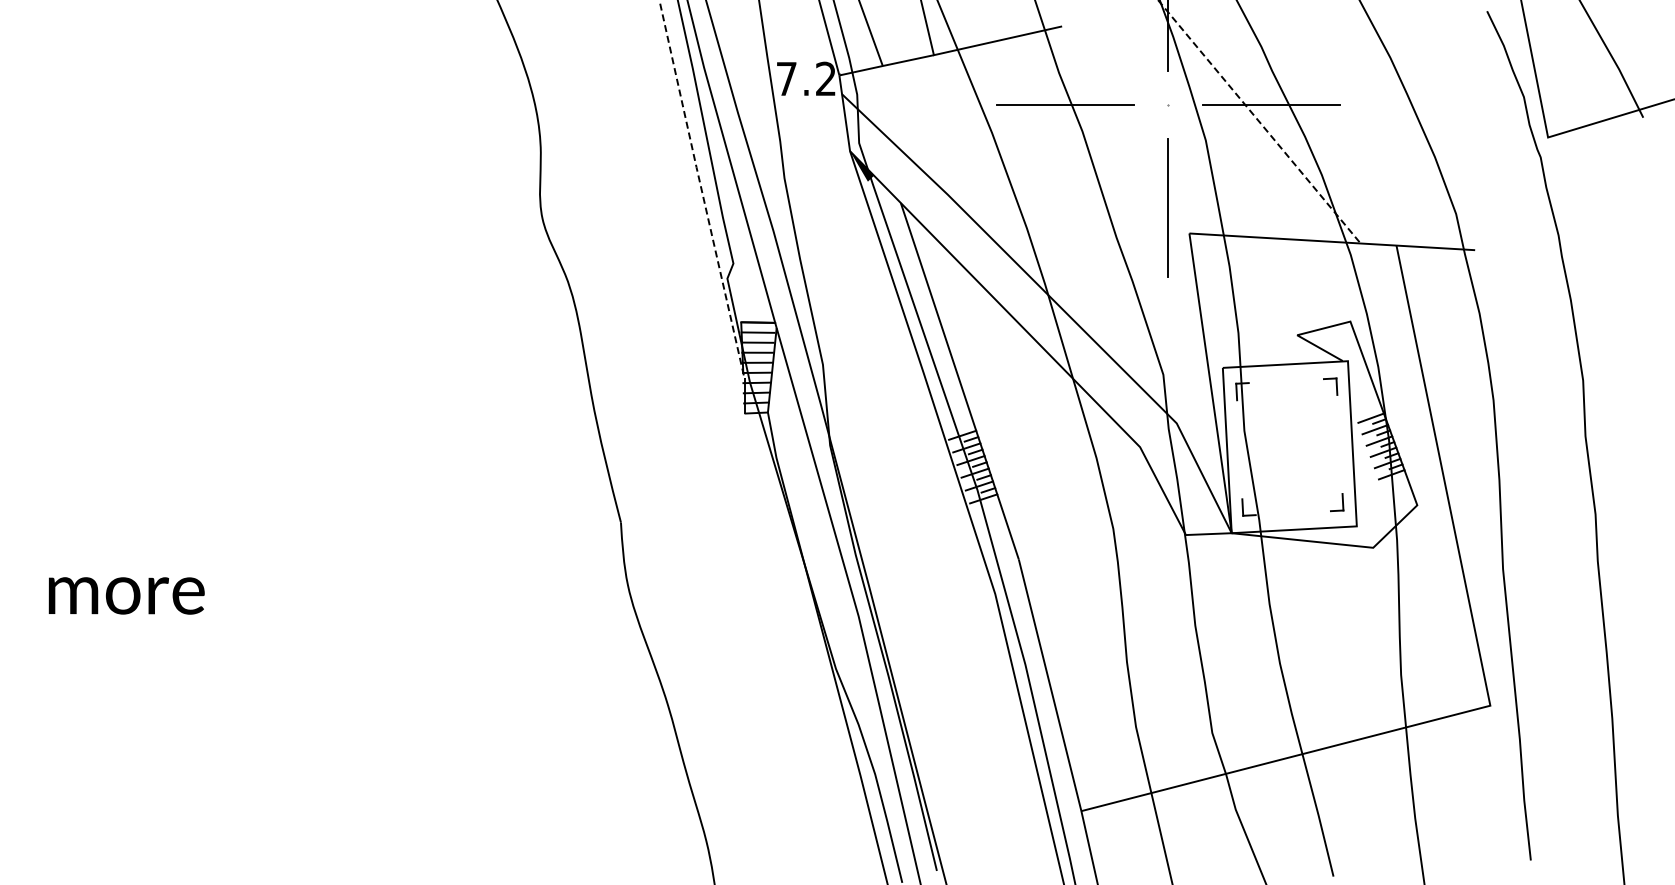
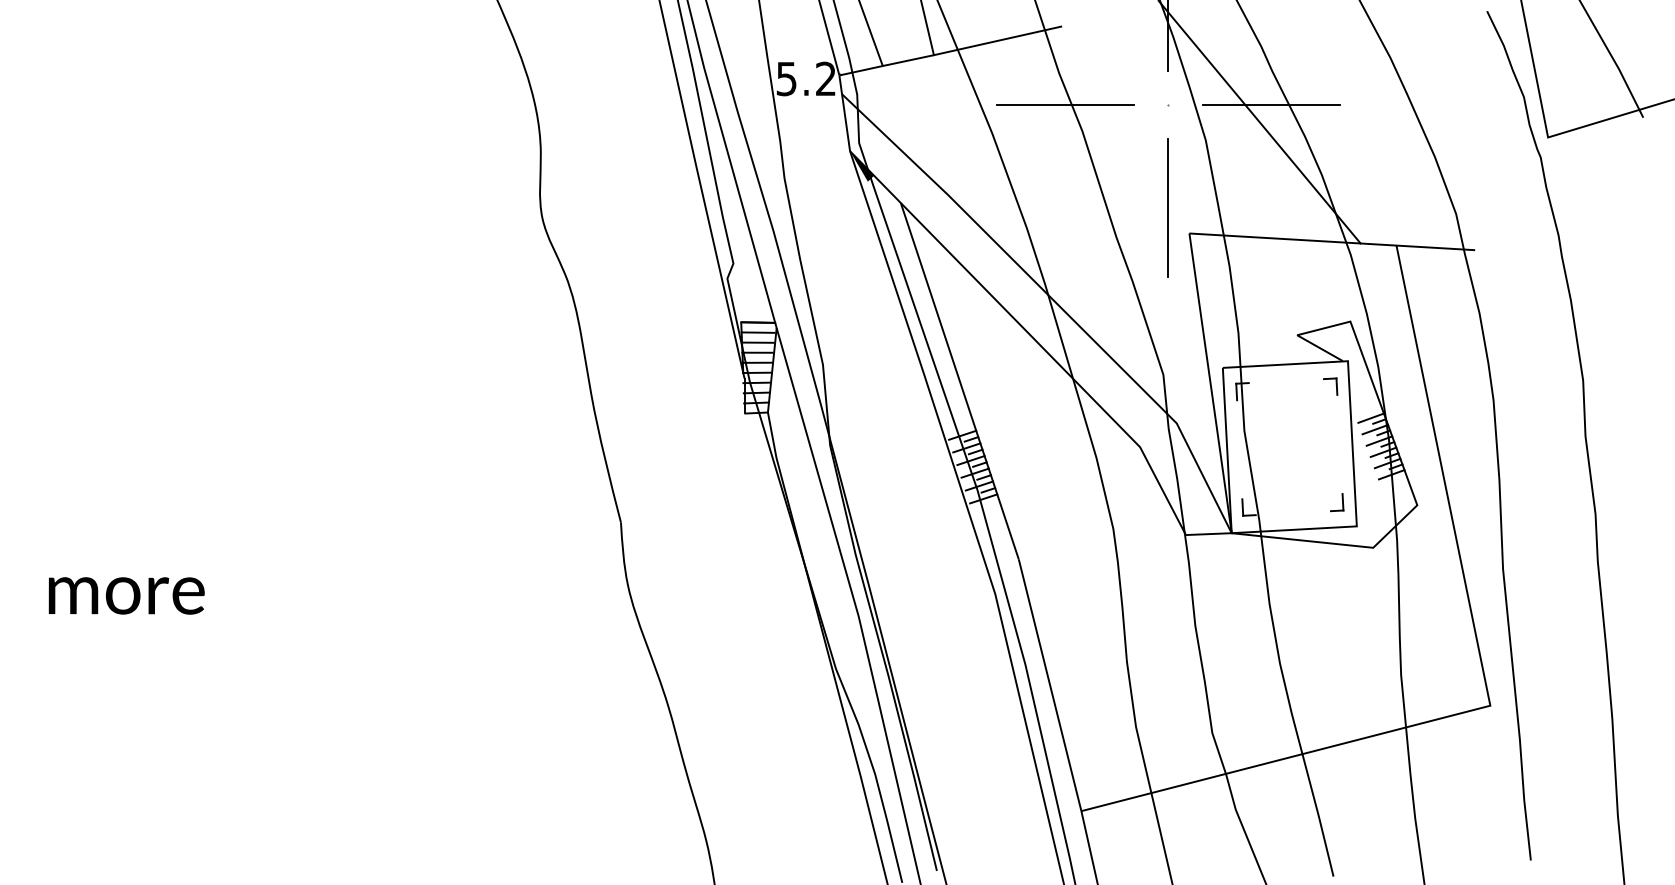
text at (786, 79): 7.2 -> 5.2
line at (1259, 122): dashed -> solid
line at (701, 189): dashed -> solid
